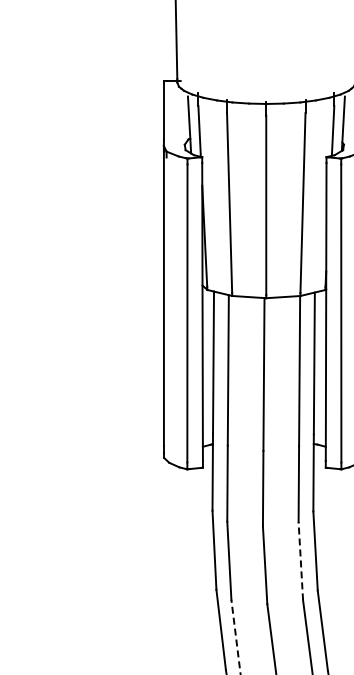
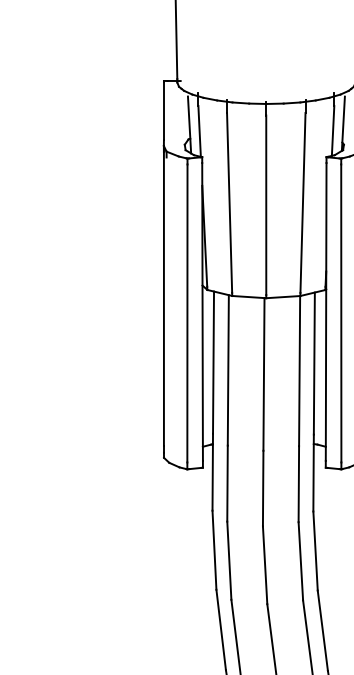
line at (300, 560): dashed -> solid
line at (236, 637): dashed -> solid
